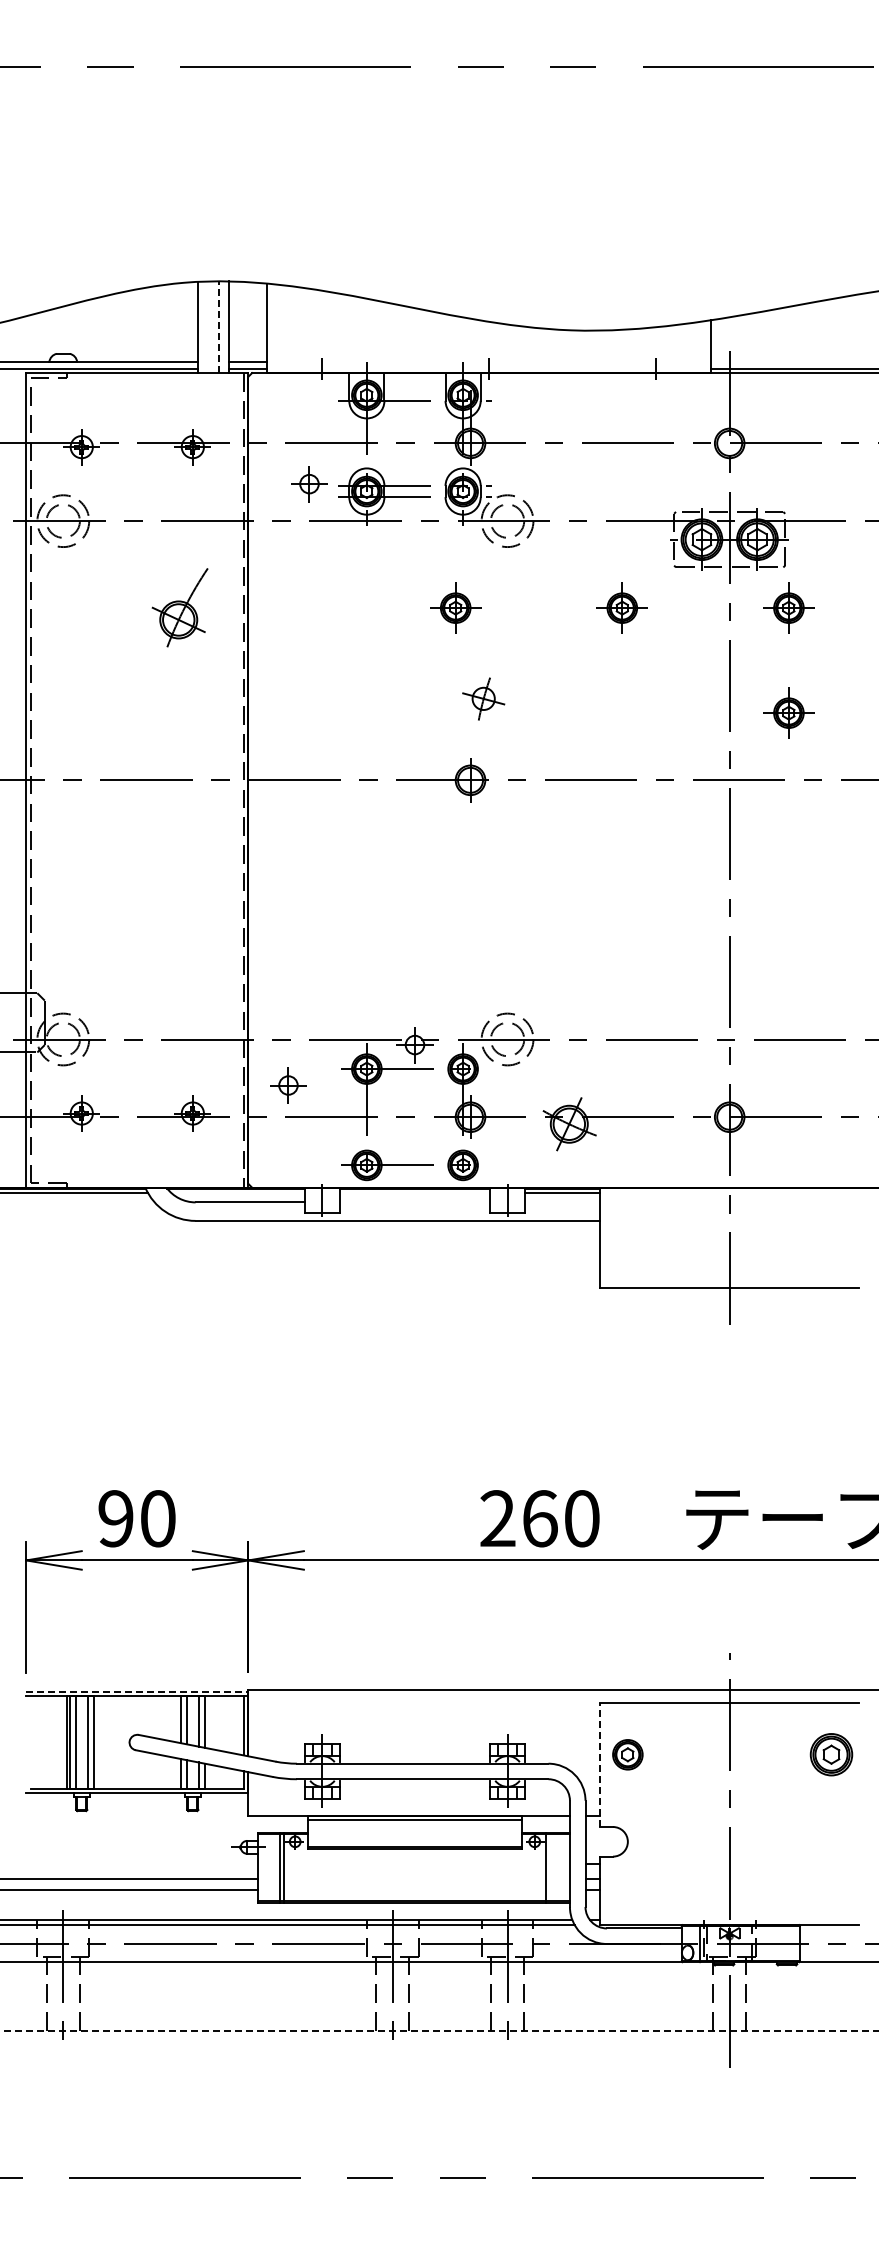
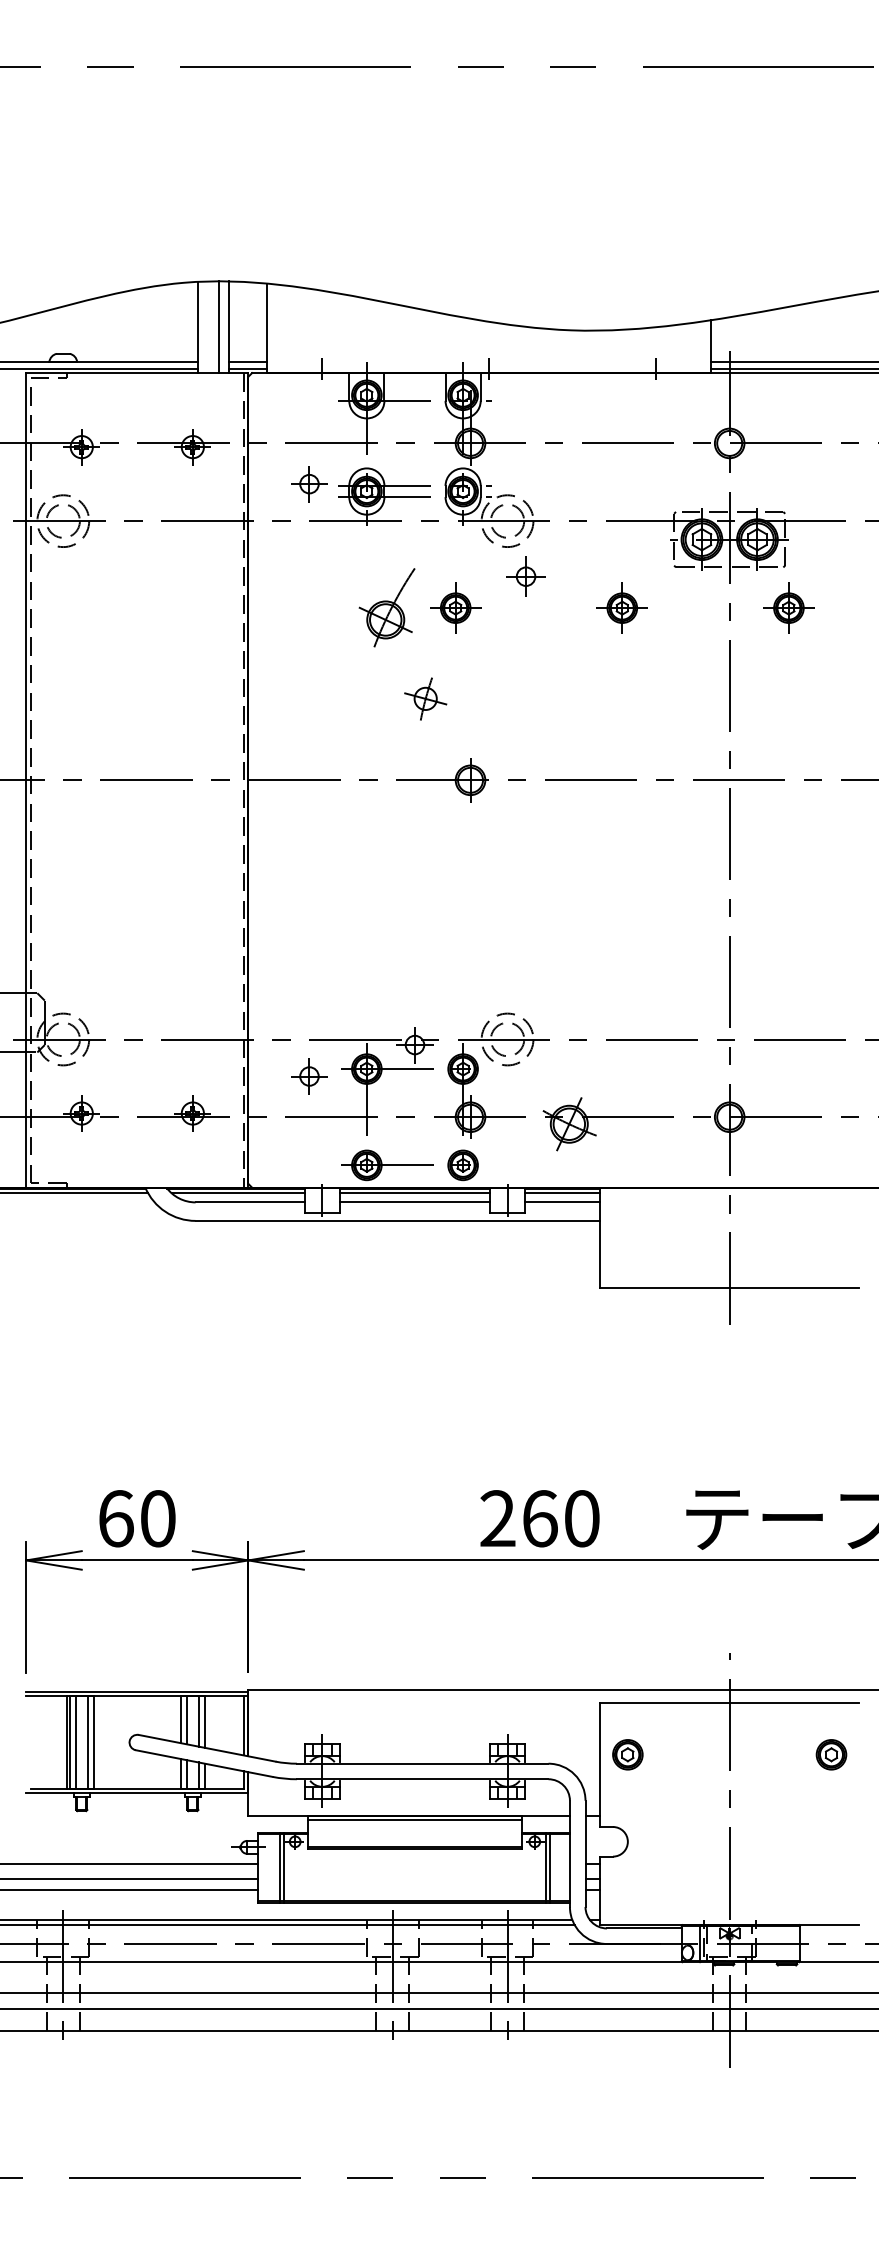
line at (218, 327): dashed -> solid
line at (793, 361): none -> present
part at (525, 576): none -> present
part at (179, 607) position: (179, 607) -> (386, 607)
part at (483, 698) position: (483, 698) -> (425, 698)
part at (788, 712): present -> none
part at (288, 1085) position: (288, 1085) -> (309, 1076)
line at (237, 1193): none -> present
line at (414, 1193): none -> present
line at (414, 1202): none -> present
line at (562, 1202): none -> present
text at (115, 1518): 90 -> 60
line at (137, 1691): dashed -> solid
part at (831, 1754) size: 45x44 px -> 33x32 px
line at (600, 1764): dashed -> solid
line at (130, 1864): none -> present
line at (549, 1867): none -> present
line at (438, 1992): none -> present
line at (438, 2009): none -> present
line at (439, 2030): dashed -> solid
